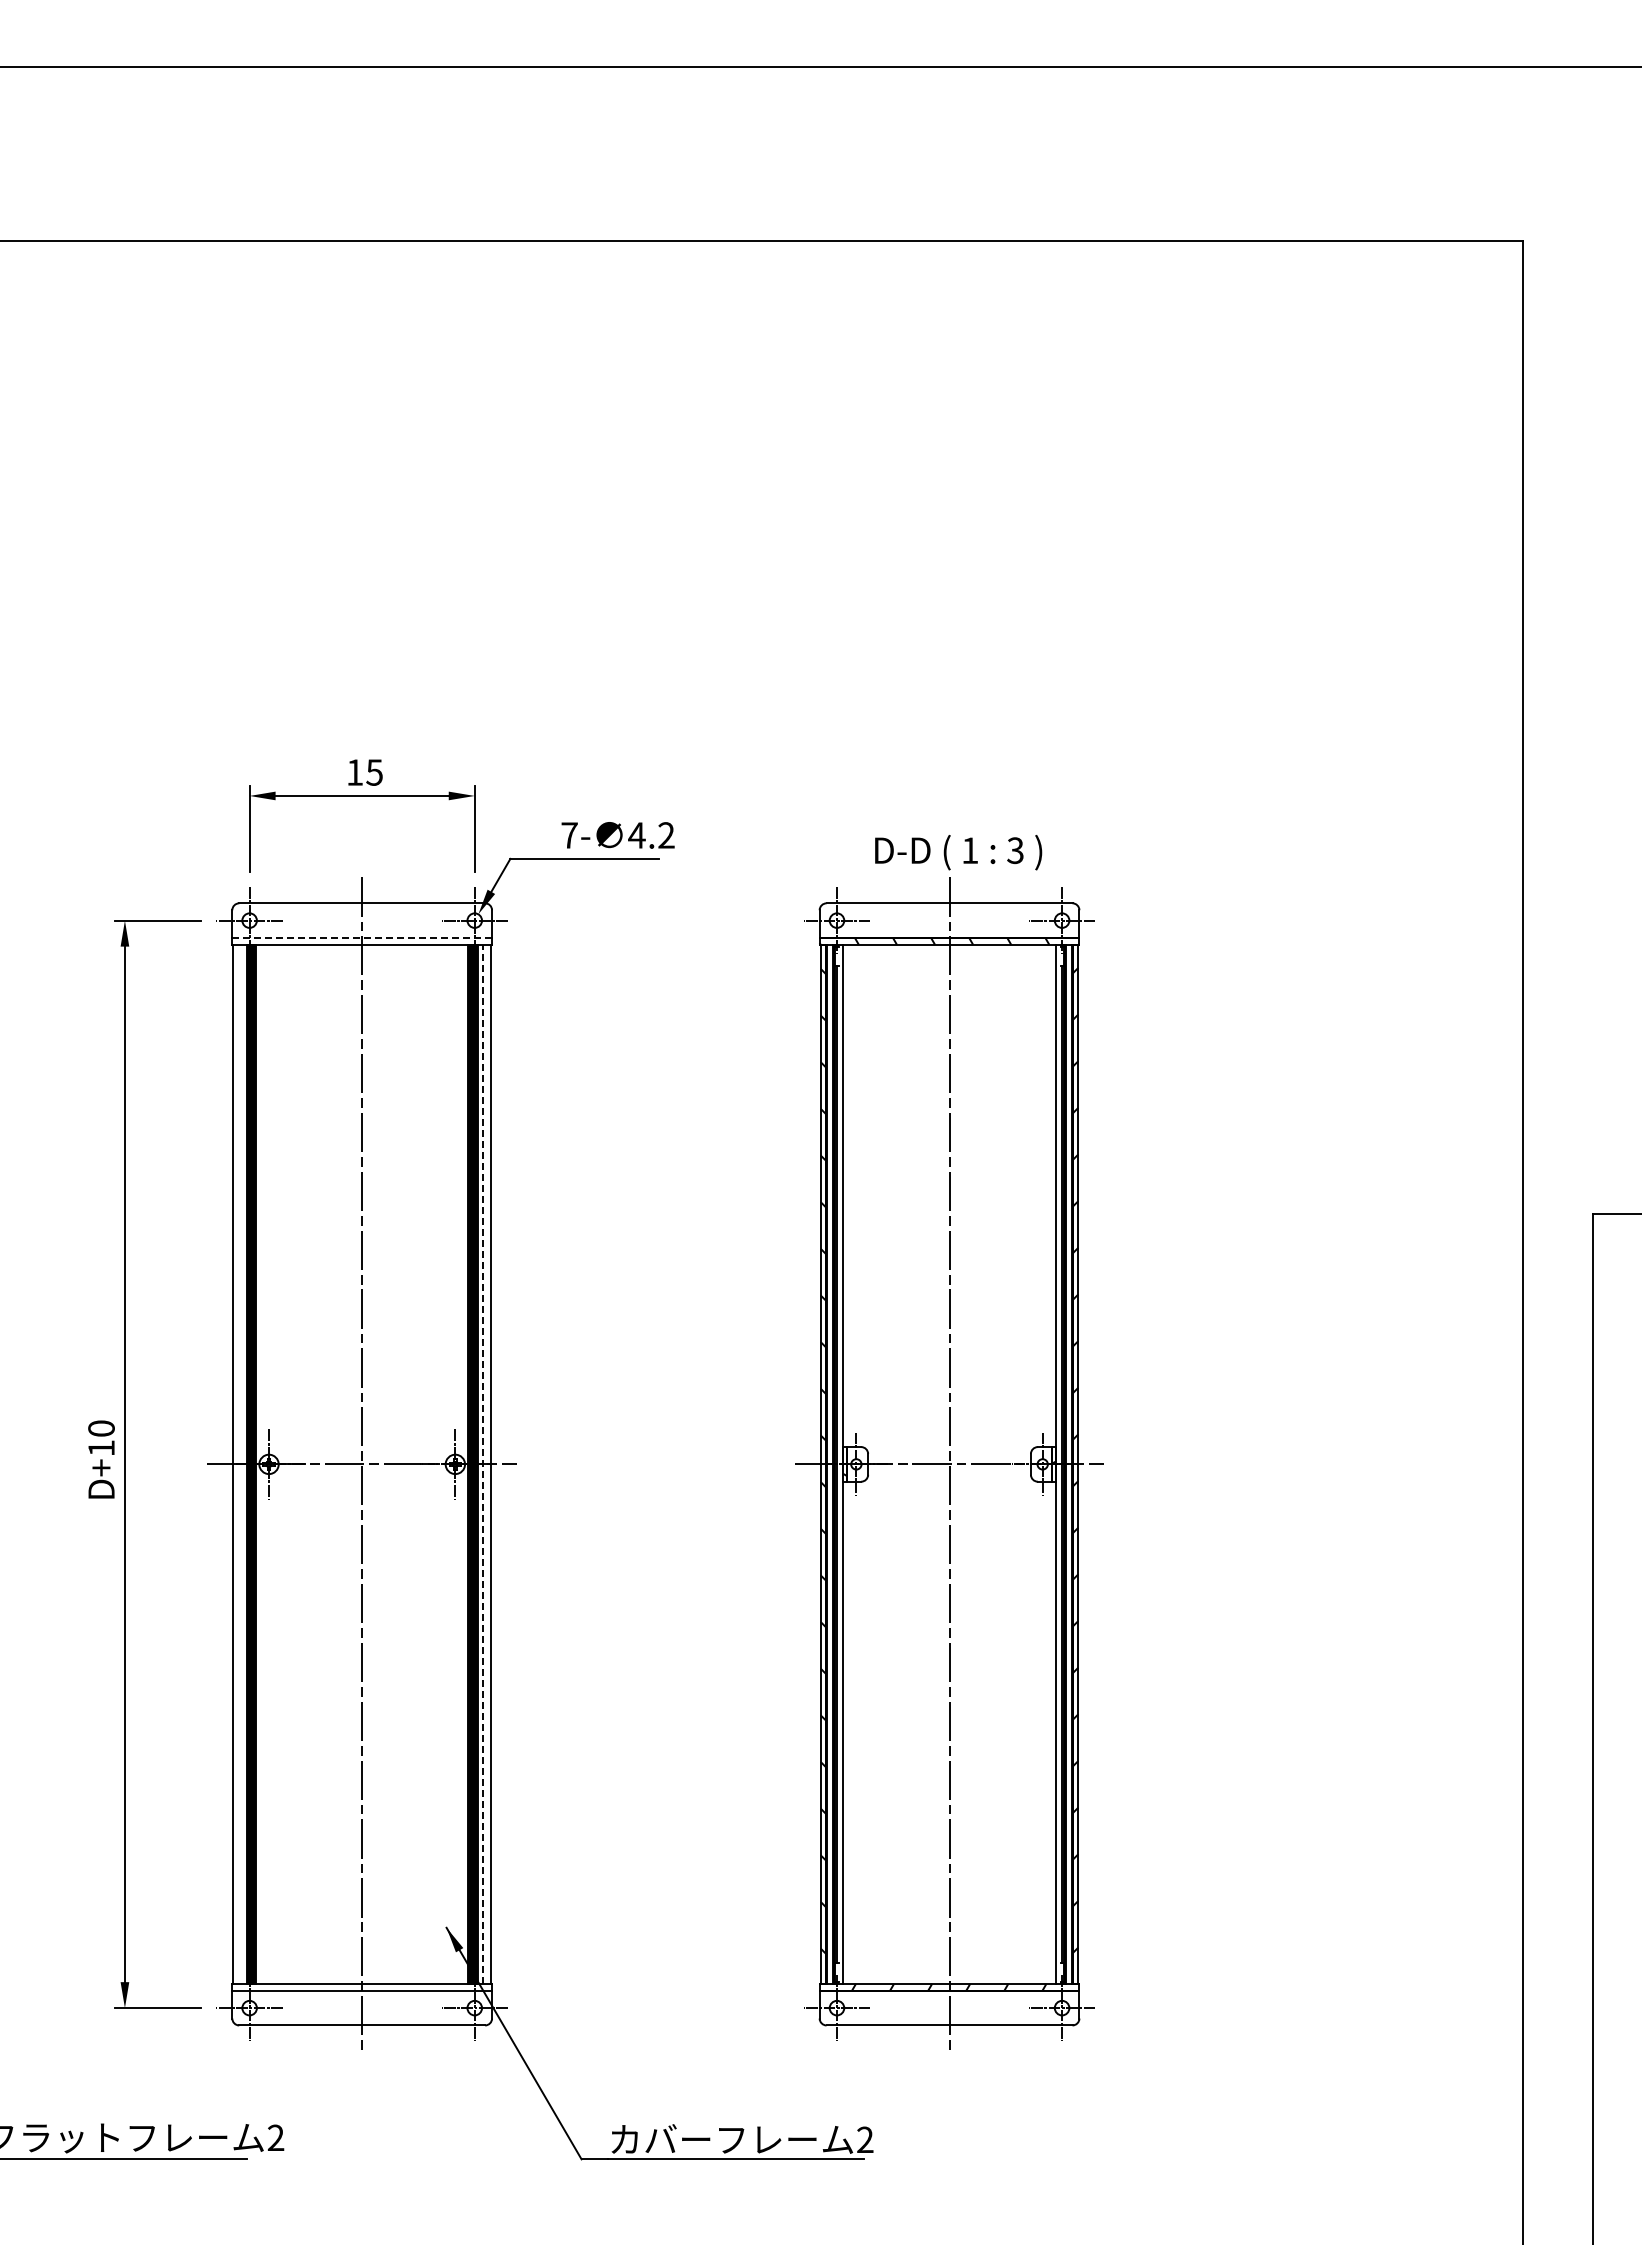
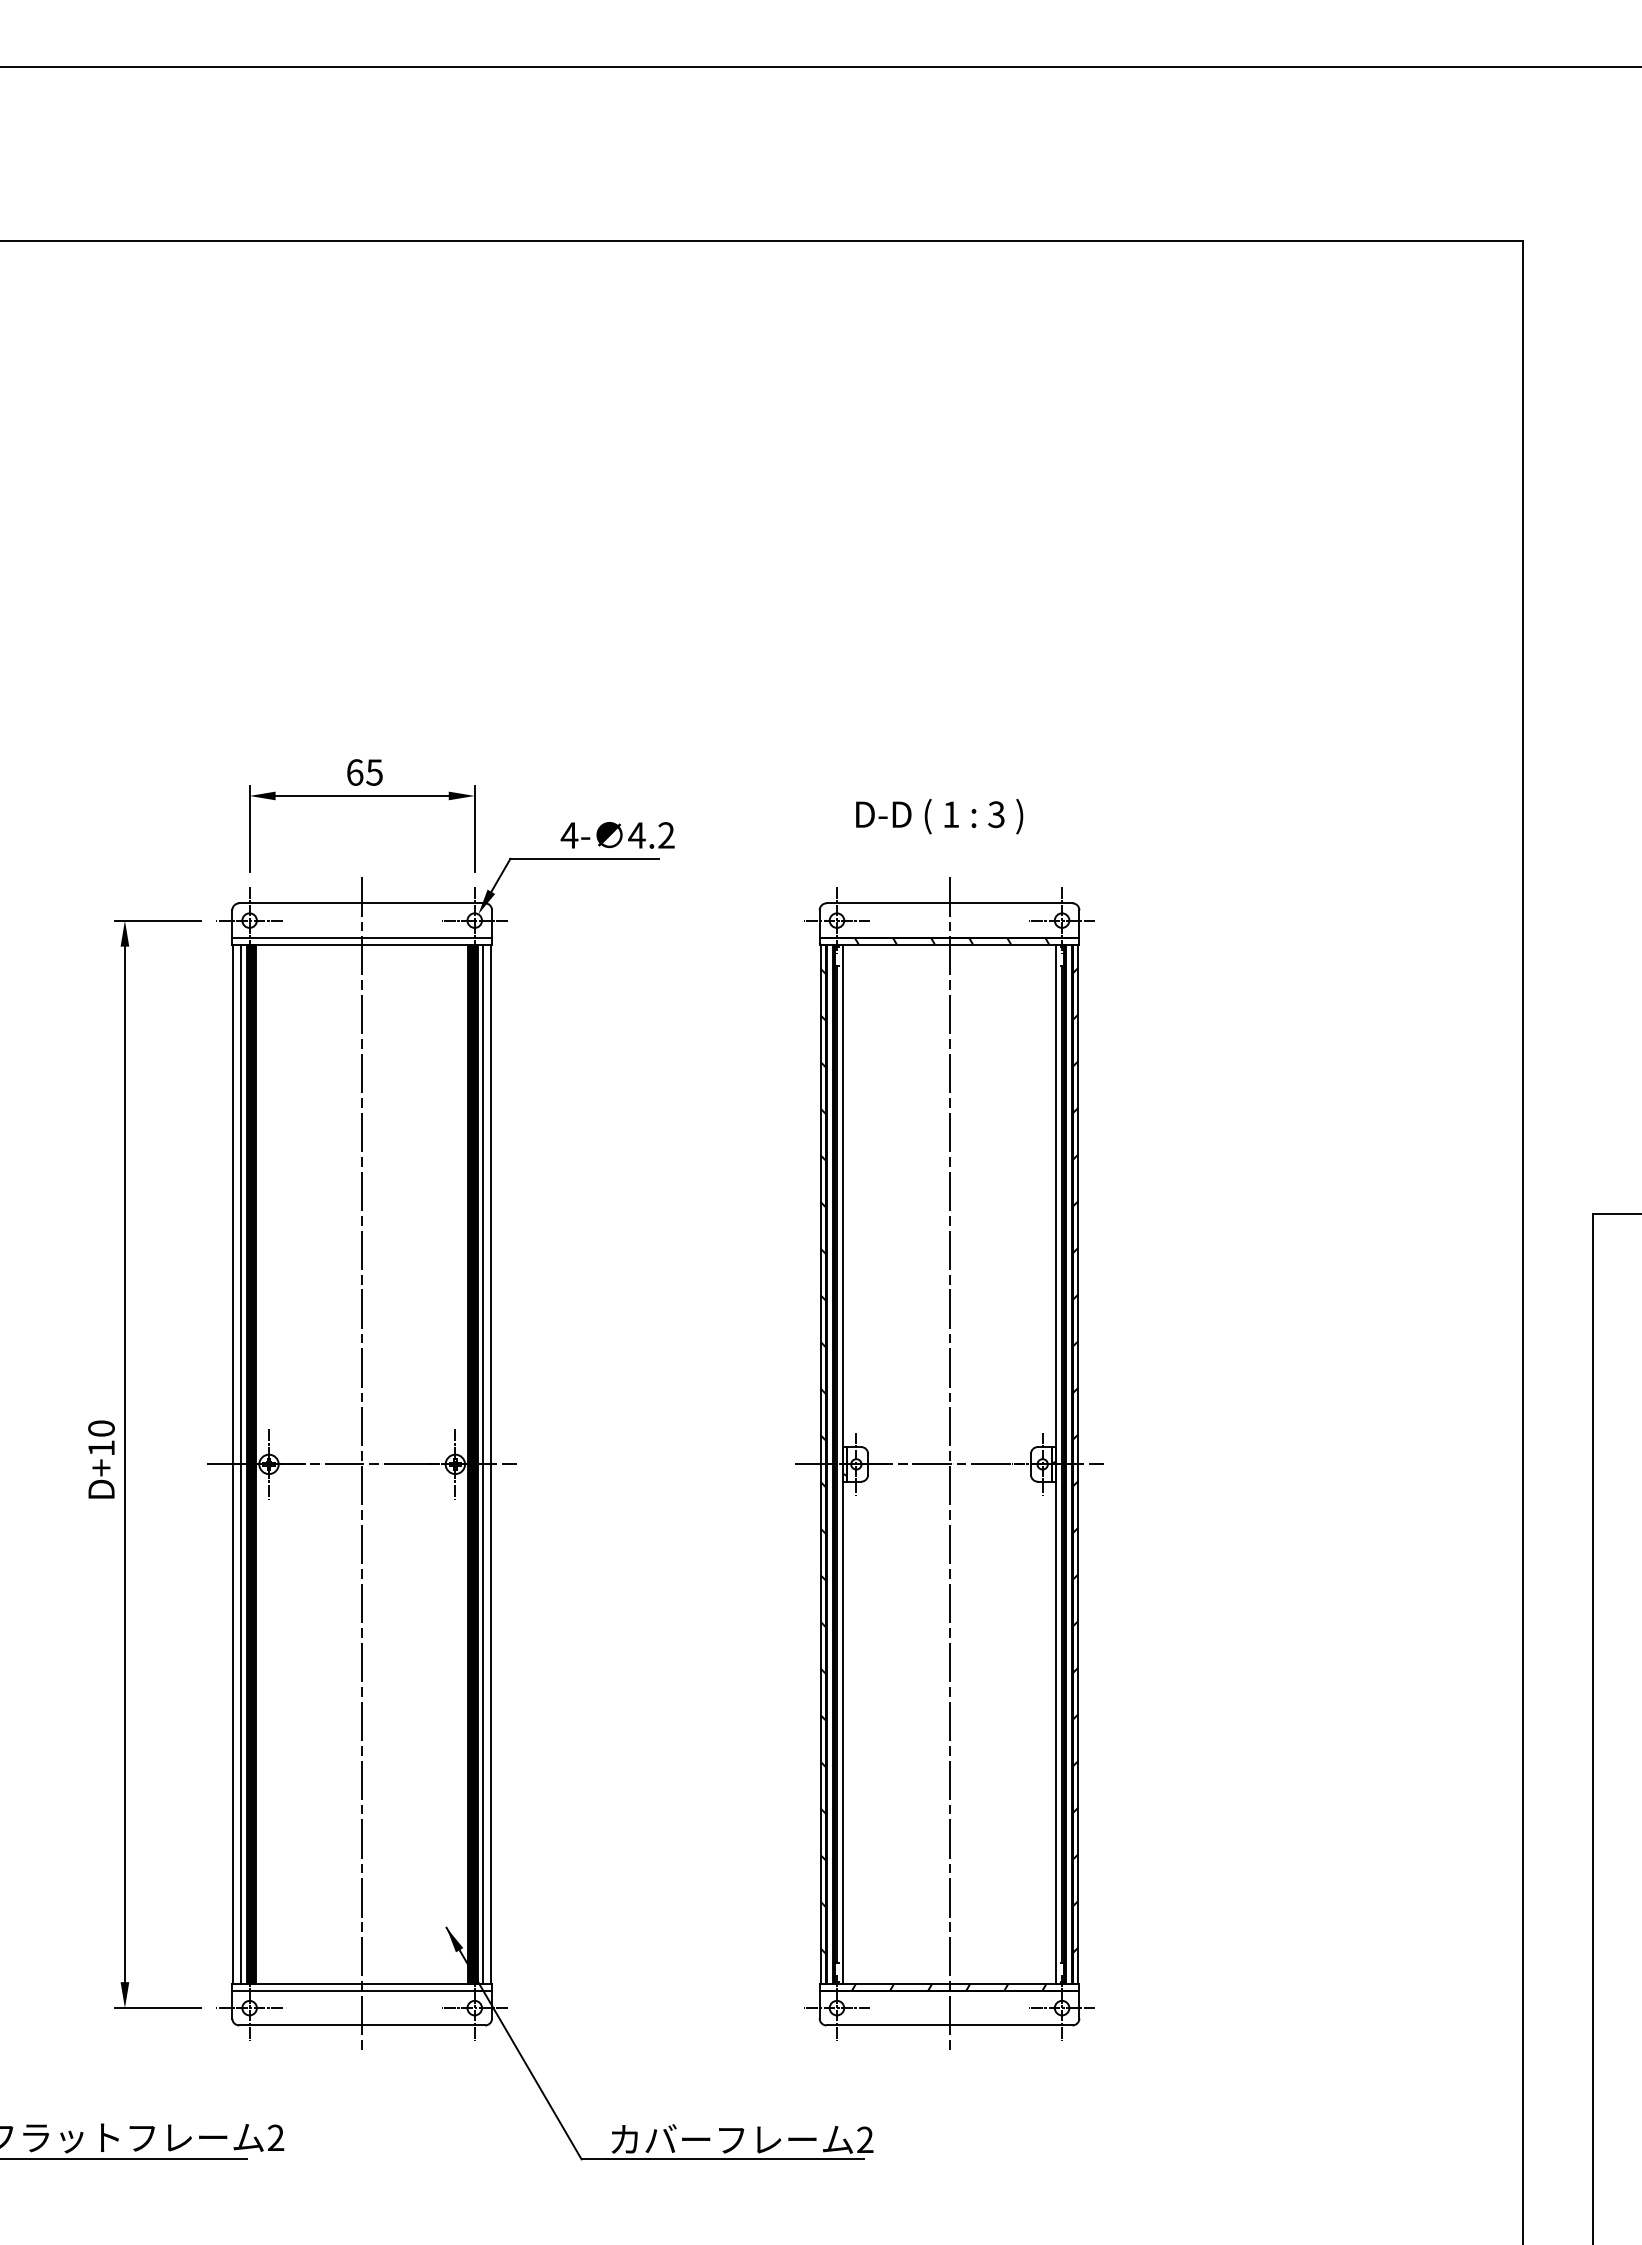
text at (355, 772): 15 -> 65
text at (569, 835): 7- -> 4-
text at (958, 852) position: (958, 852) -> (939, 816)
line at (362, 937): dashed -> solid
line at (240, 1463): none -> present
line at (483, 1464): dashed -> solid
